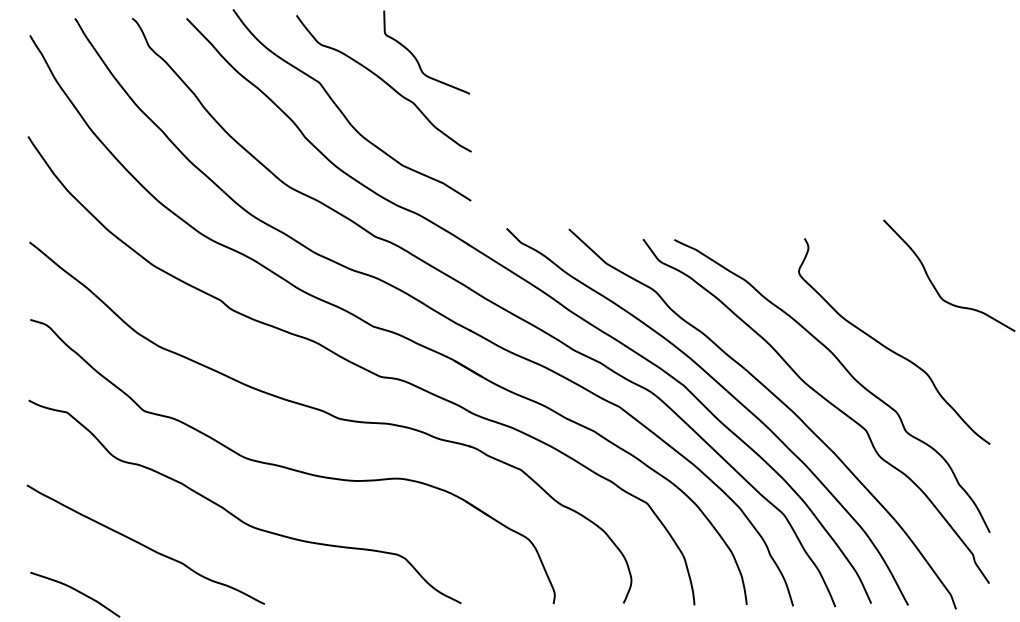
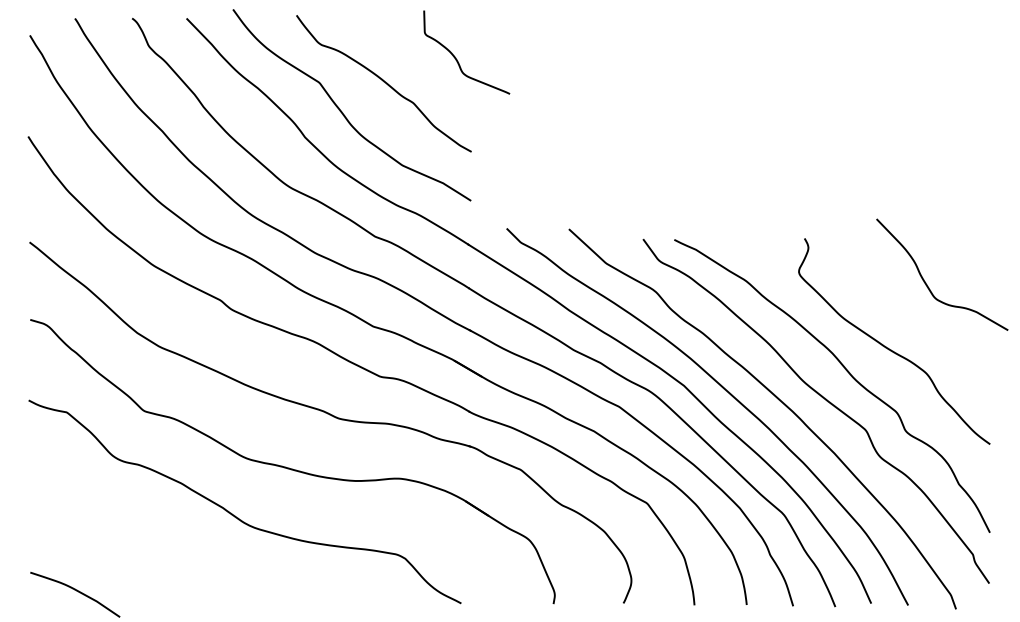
curve at (417, 59) position: (417, 59) -> (457, 59)
curve at (933, 283) position: (933, 283) -> (926, 282)
curve at (144, 544): present -> none
